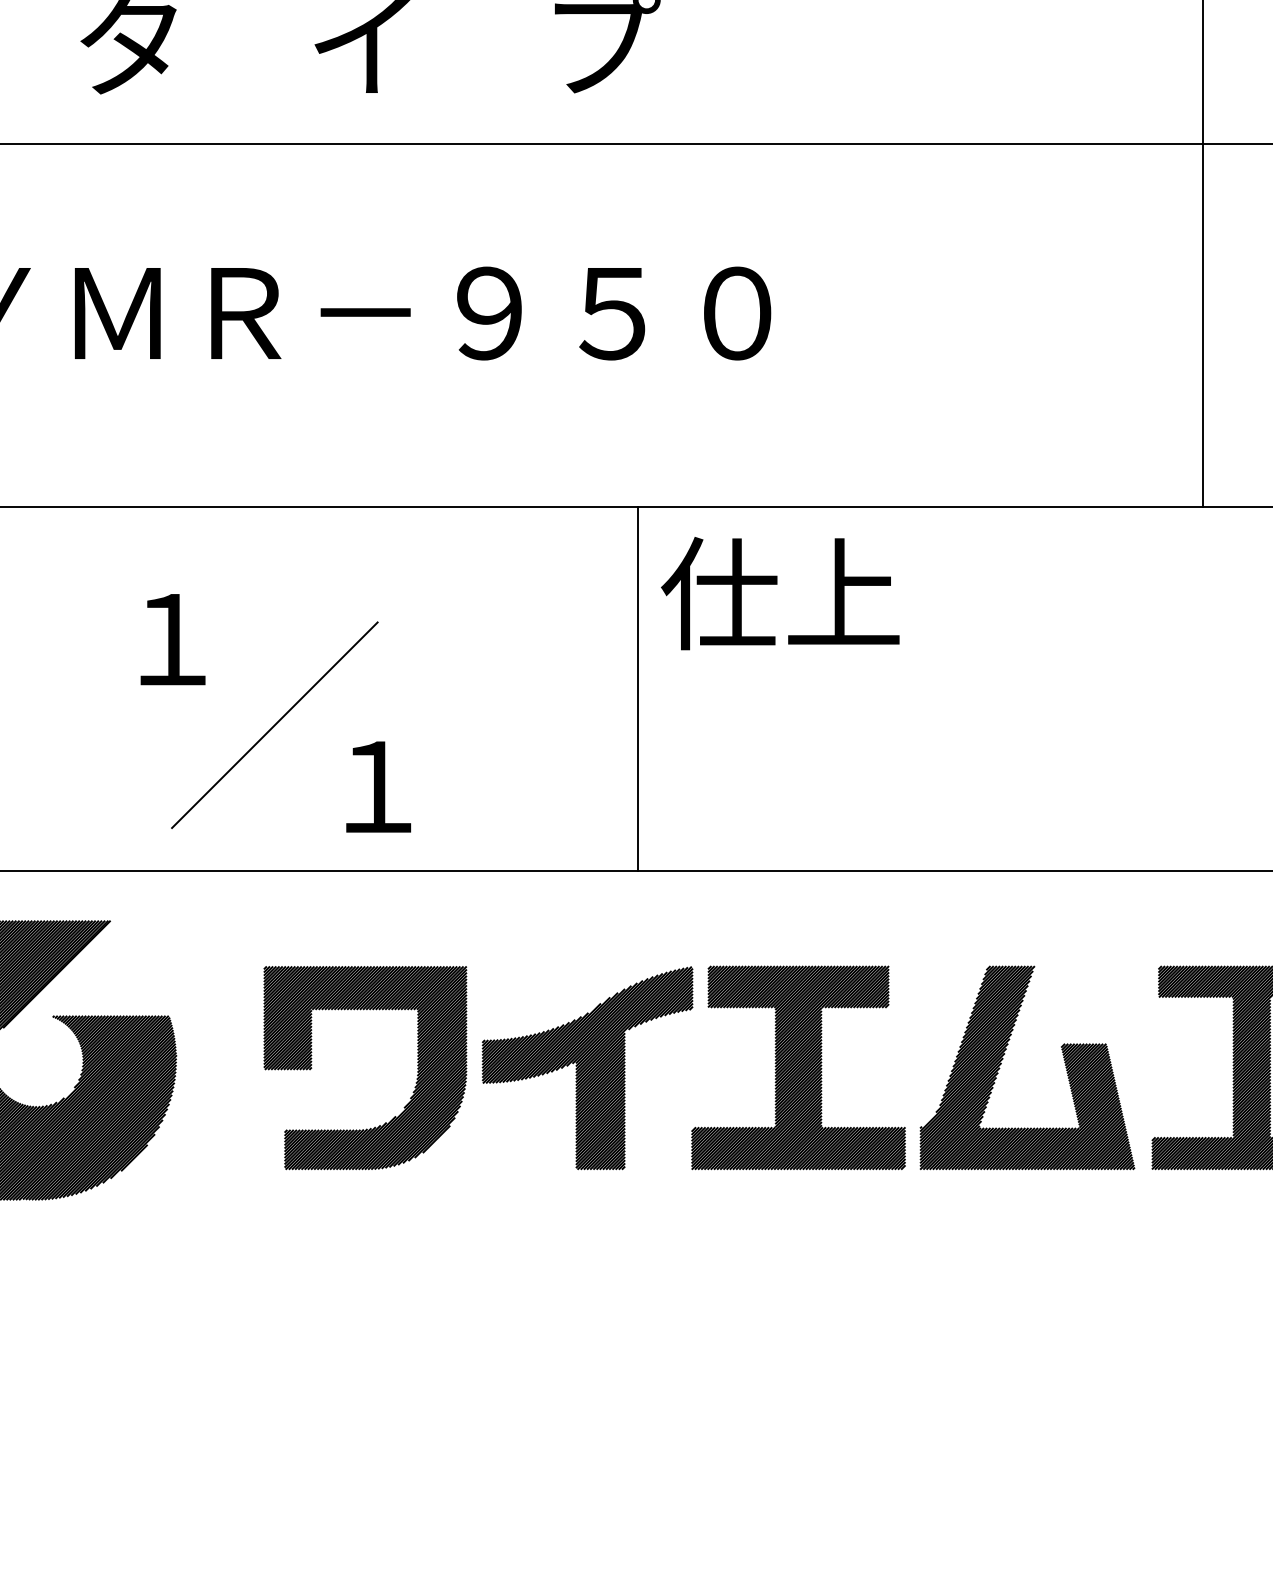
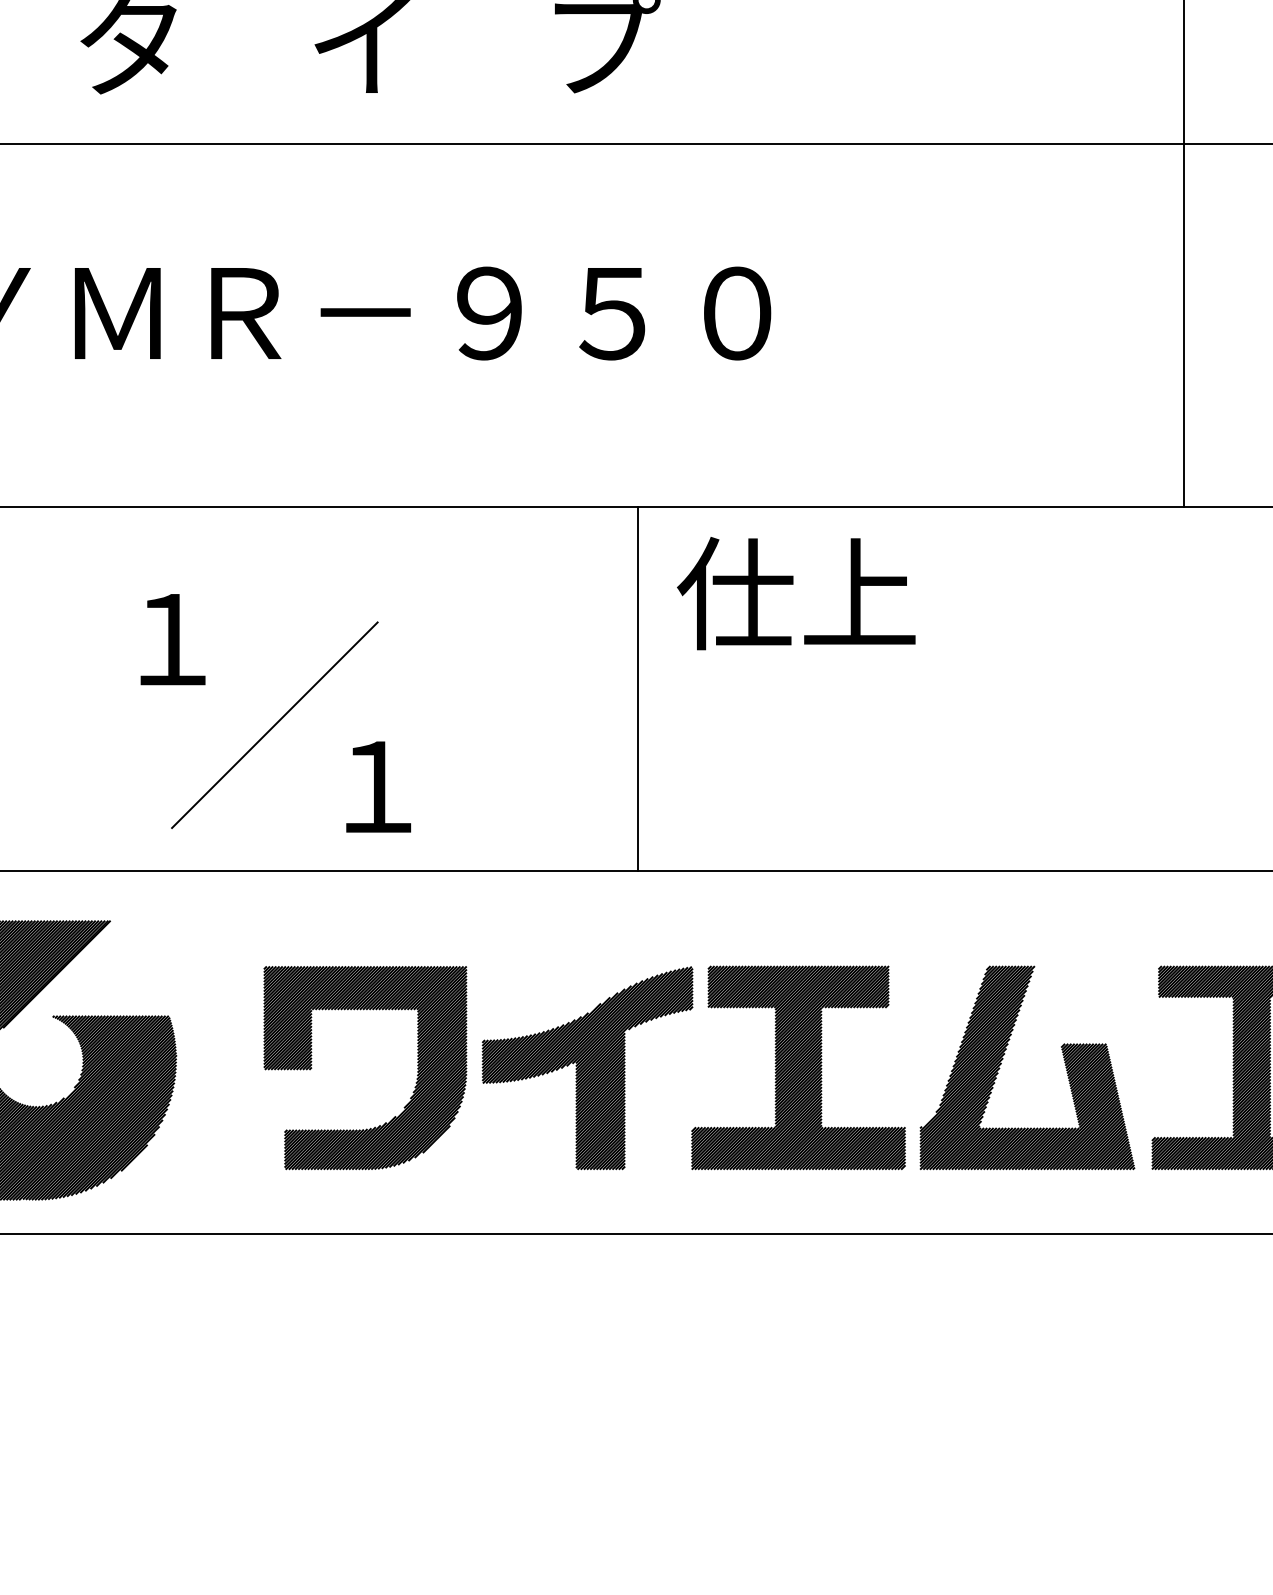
line at (1202, 254) position: (1202, 254) -> (1183, 254)
text at (780, 593) position: (780, 593) -> (796, 593)
line at (635, 1234): none -> present
